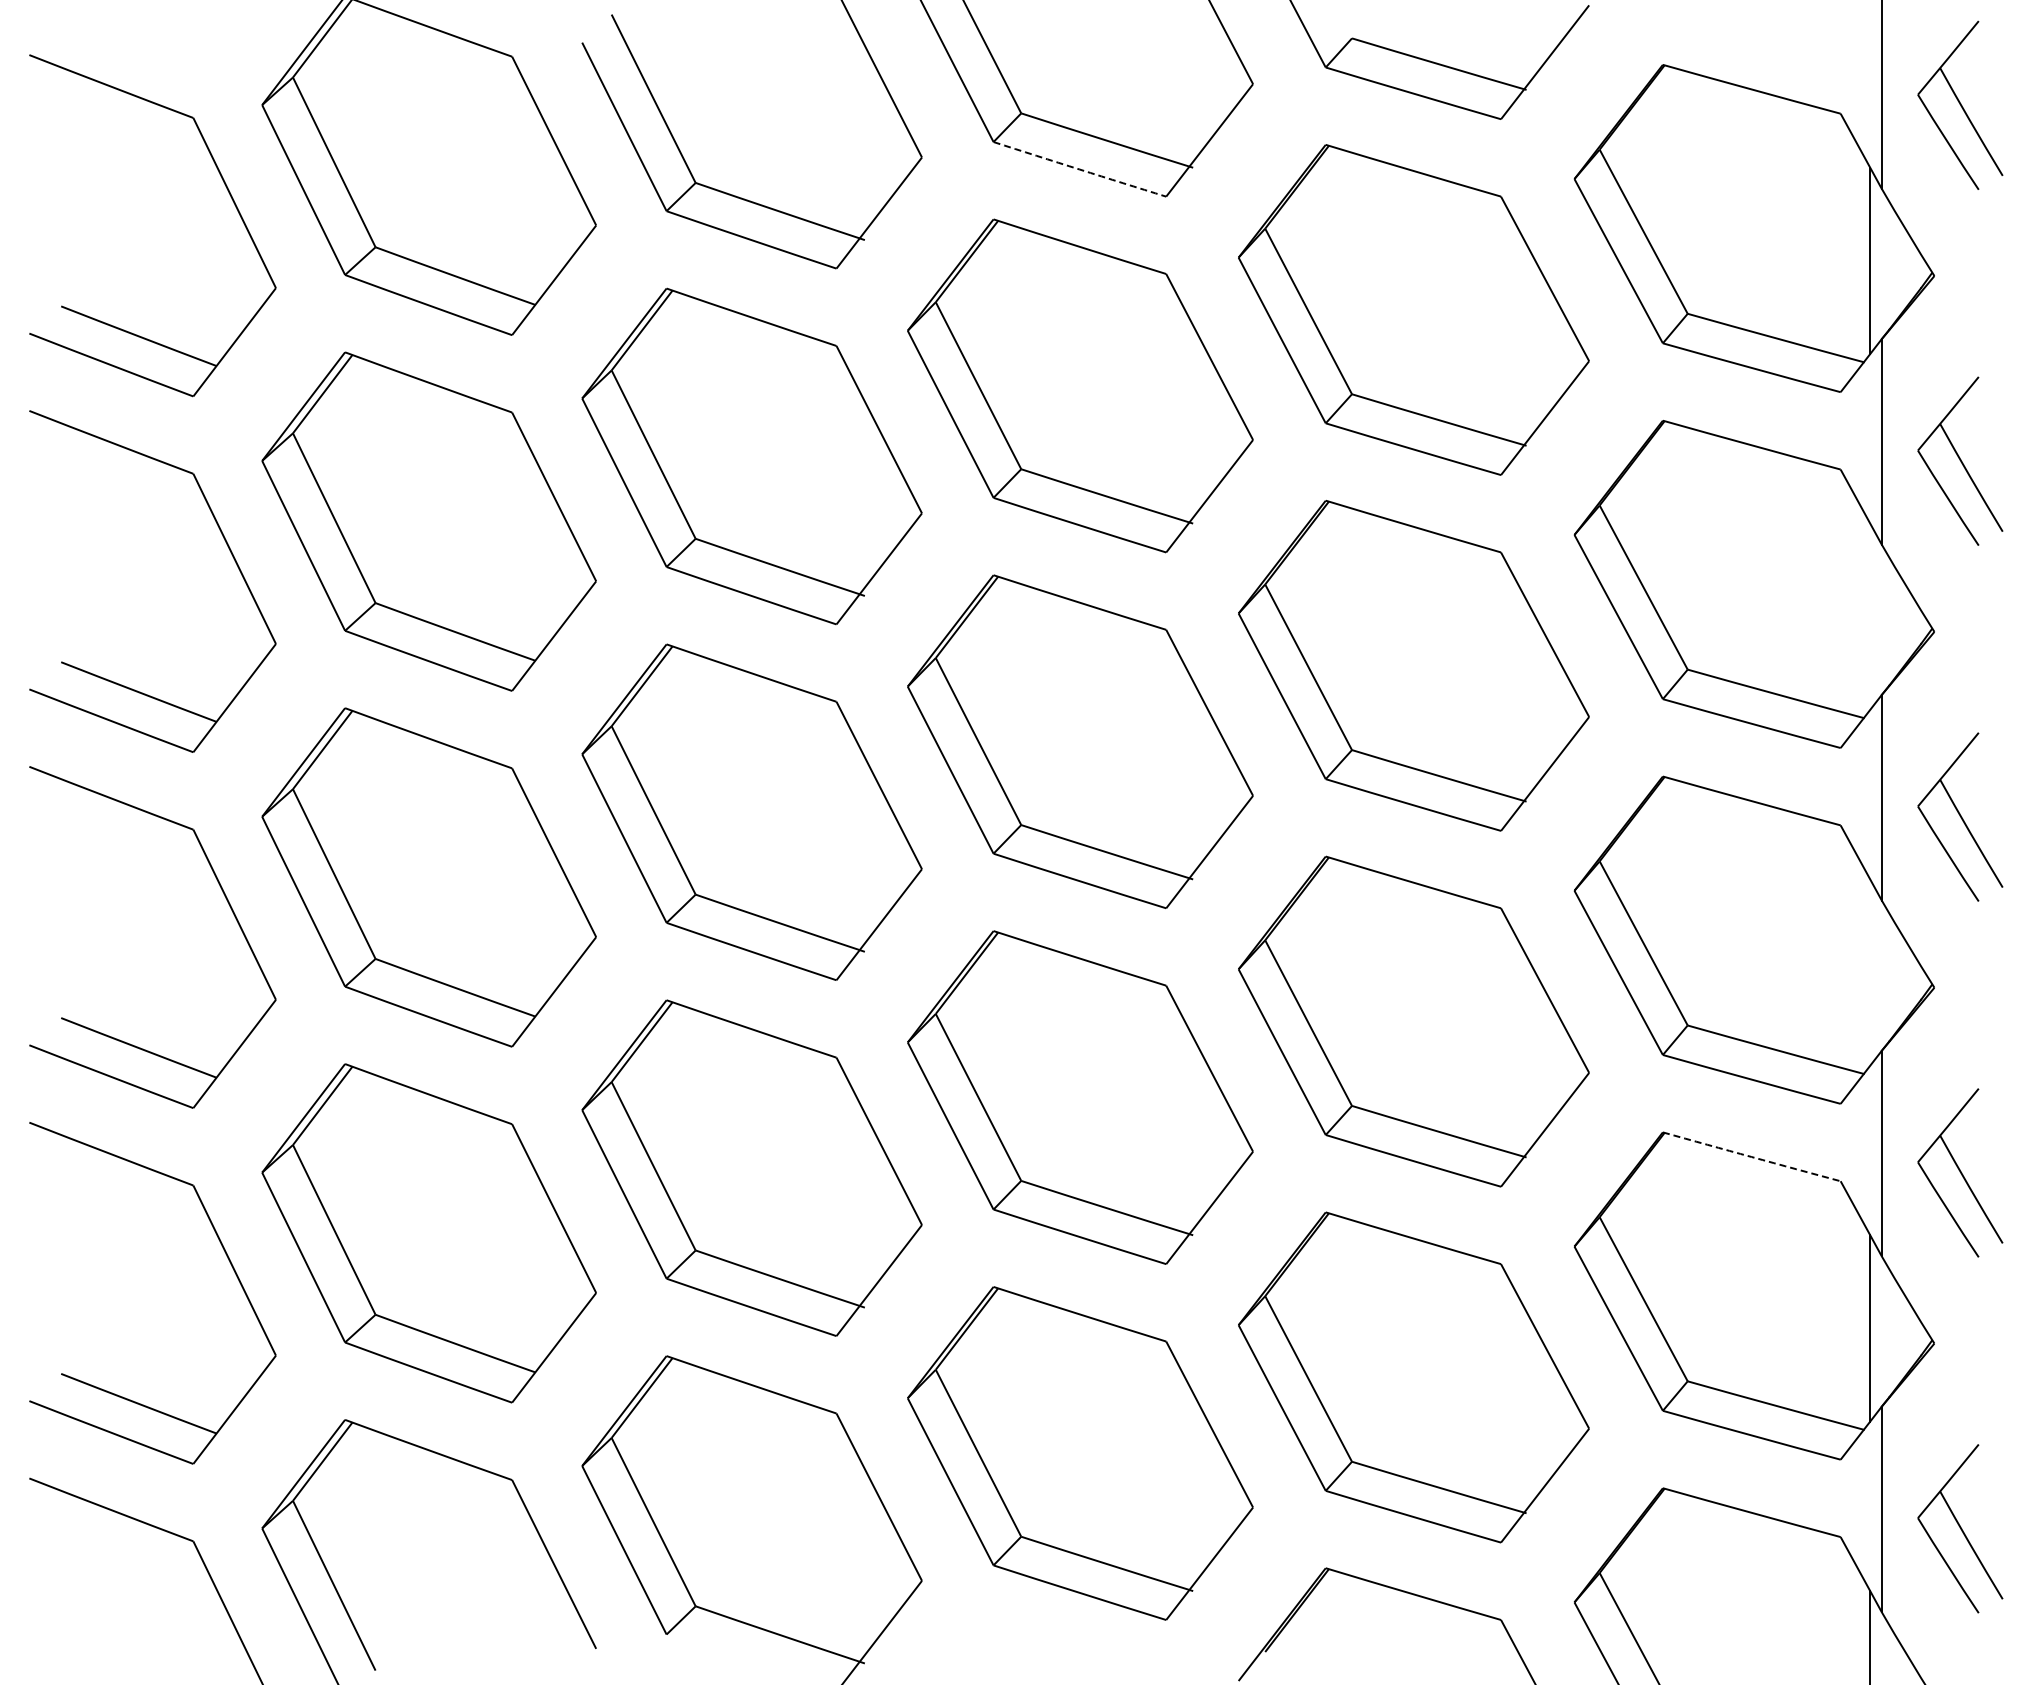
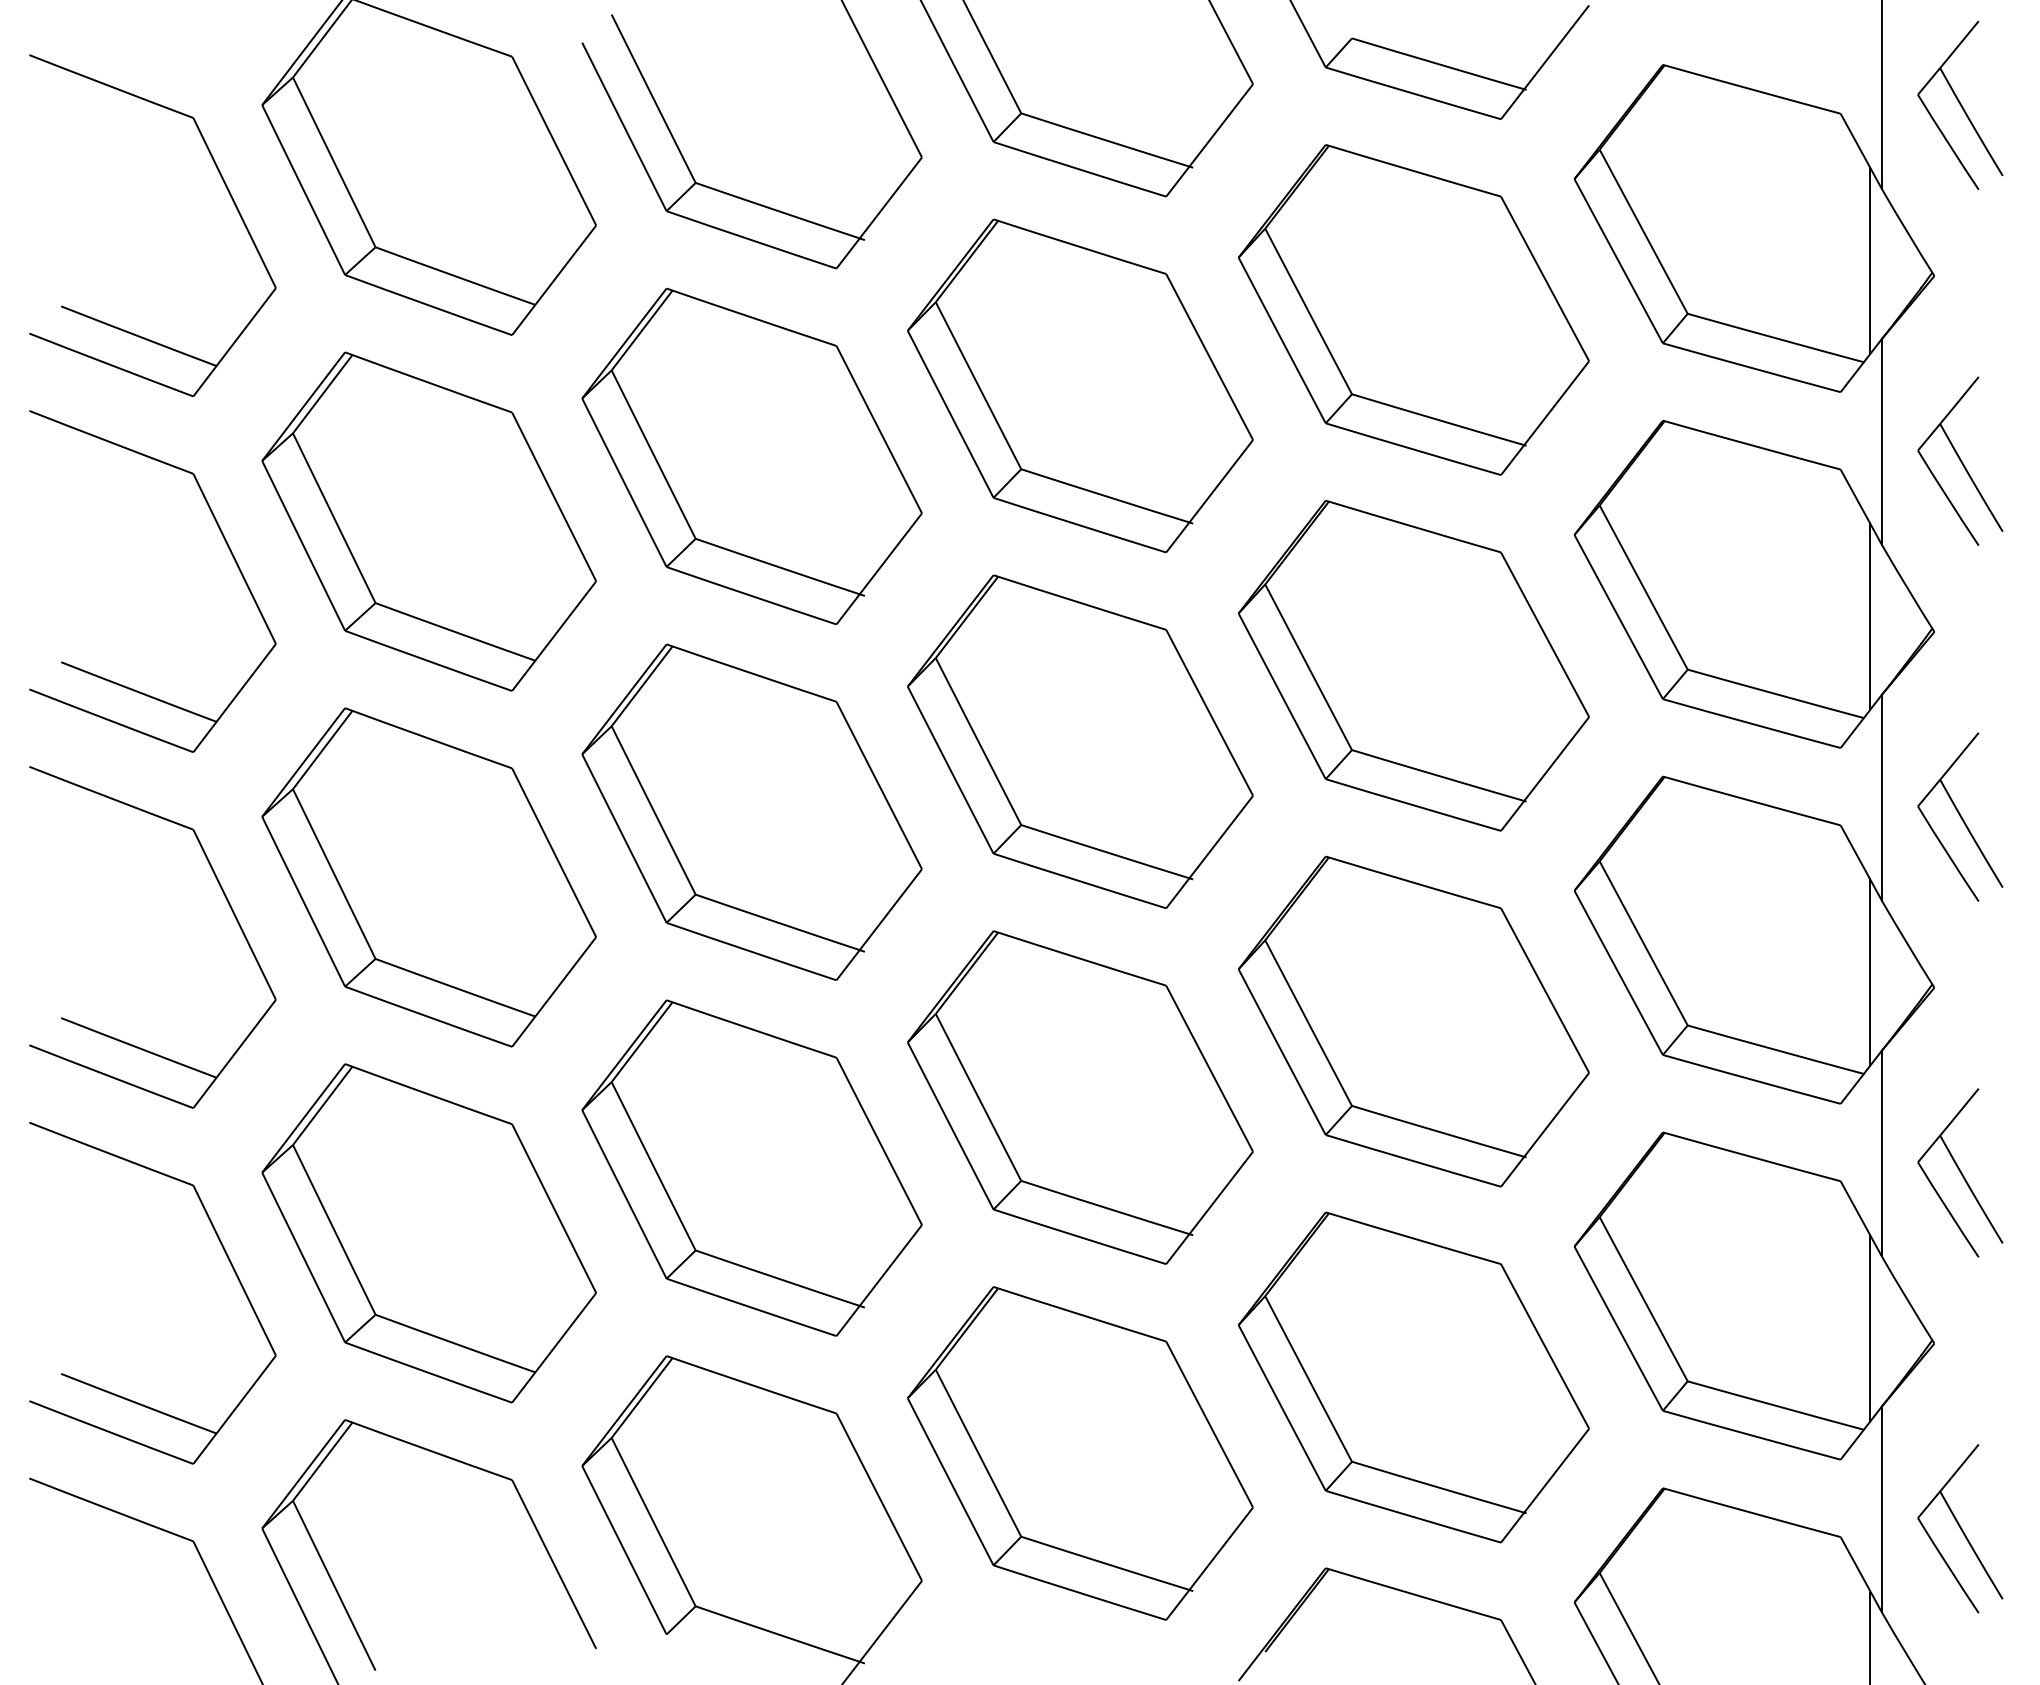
arc at (1079, 169): dashed -> solid
line at (1870, 616): none -> present
line at (1870, 972): none -> present
arc at (1751, 1157): dashed -> solid
